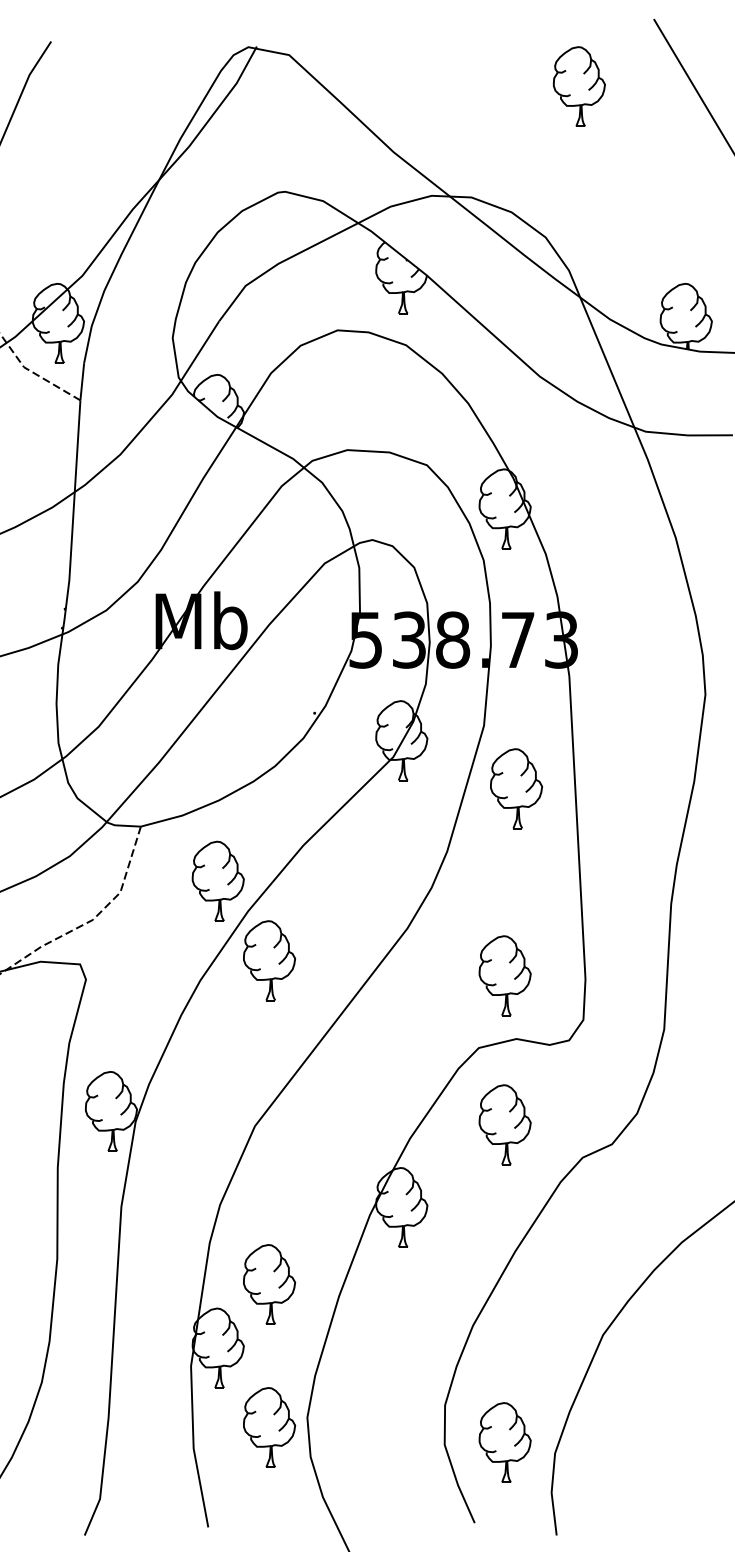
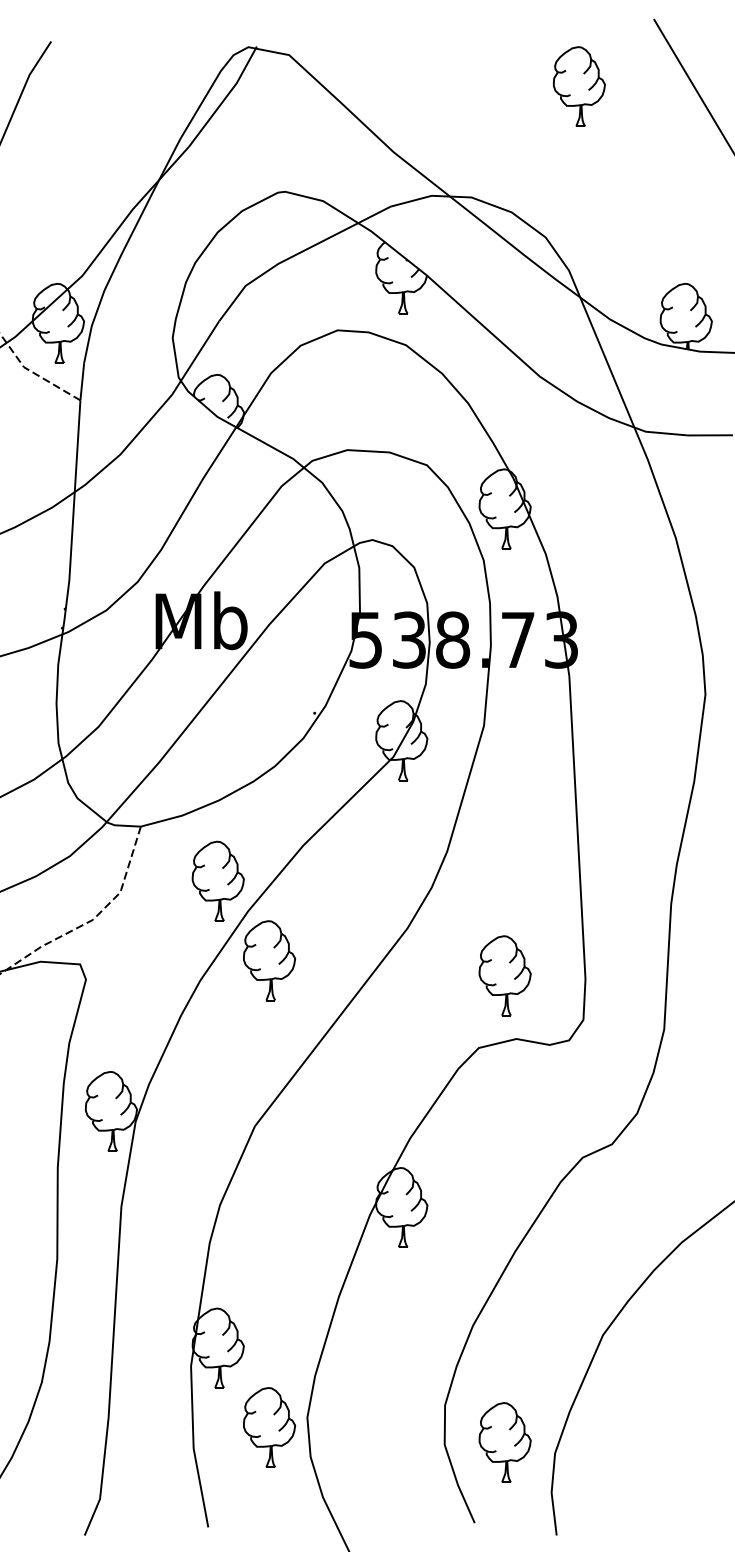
part at (516, 788): present -> none
part at (504, 1124): present -> none
part at (269, 1284): present -> none
